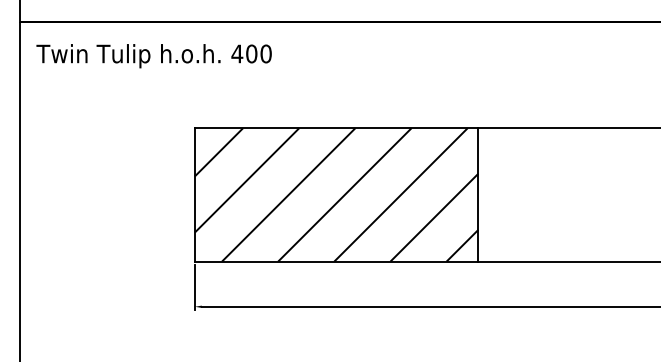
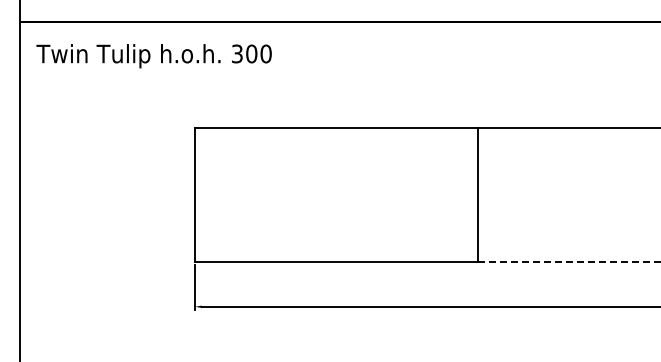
text at (237, 53): 400 -> 300
hatch at (336, 194): present -> none
line at (570, 261): solid -> dashed
